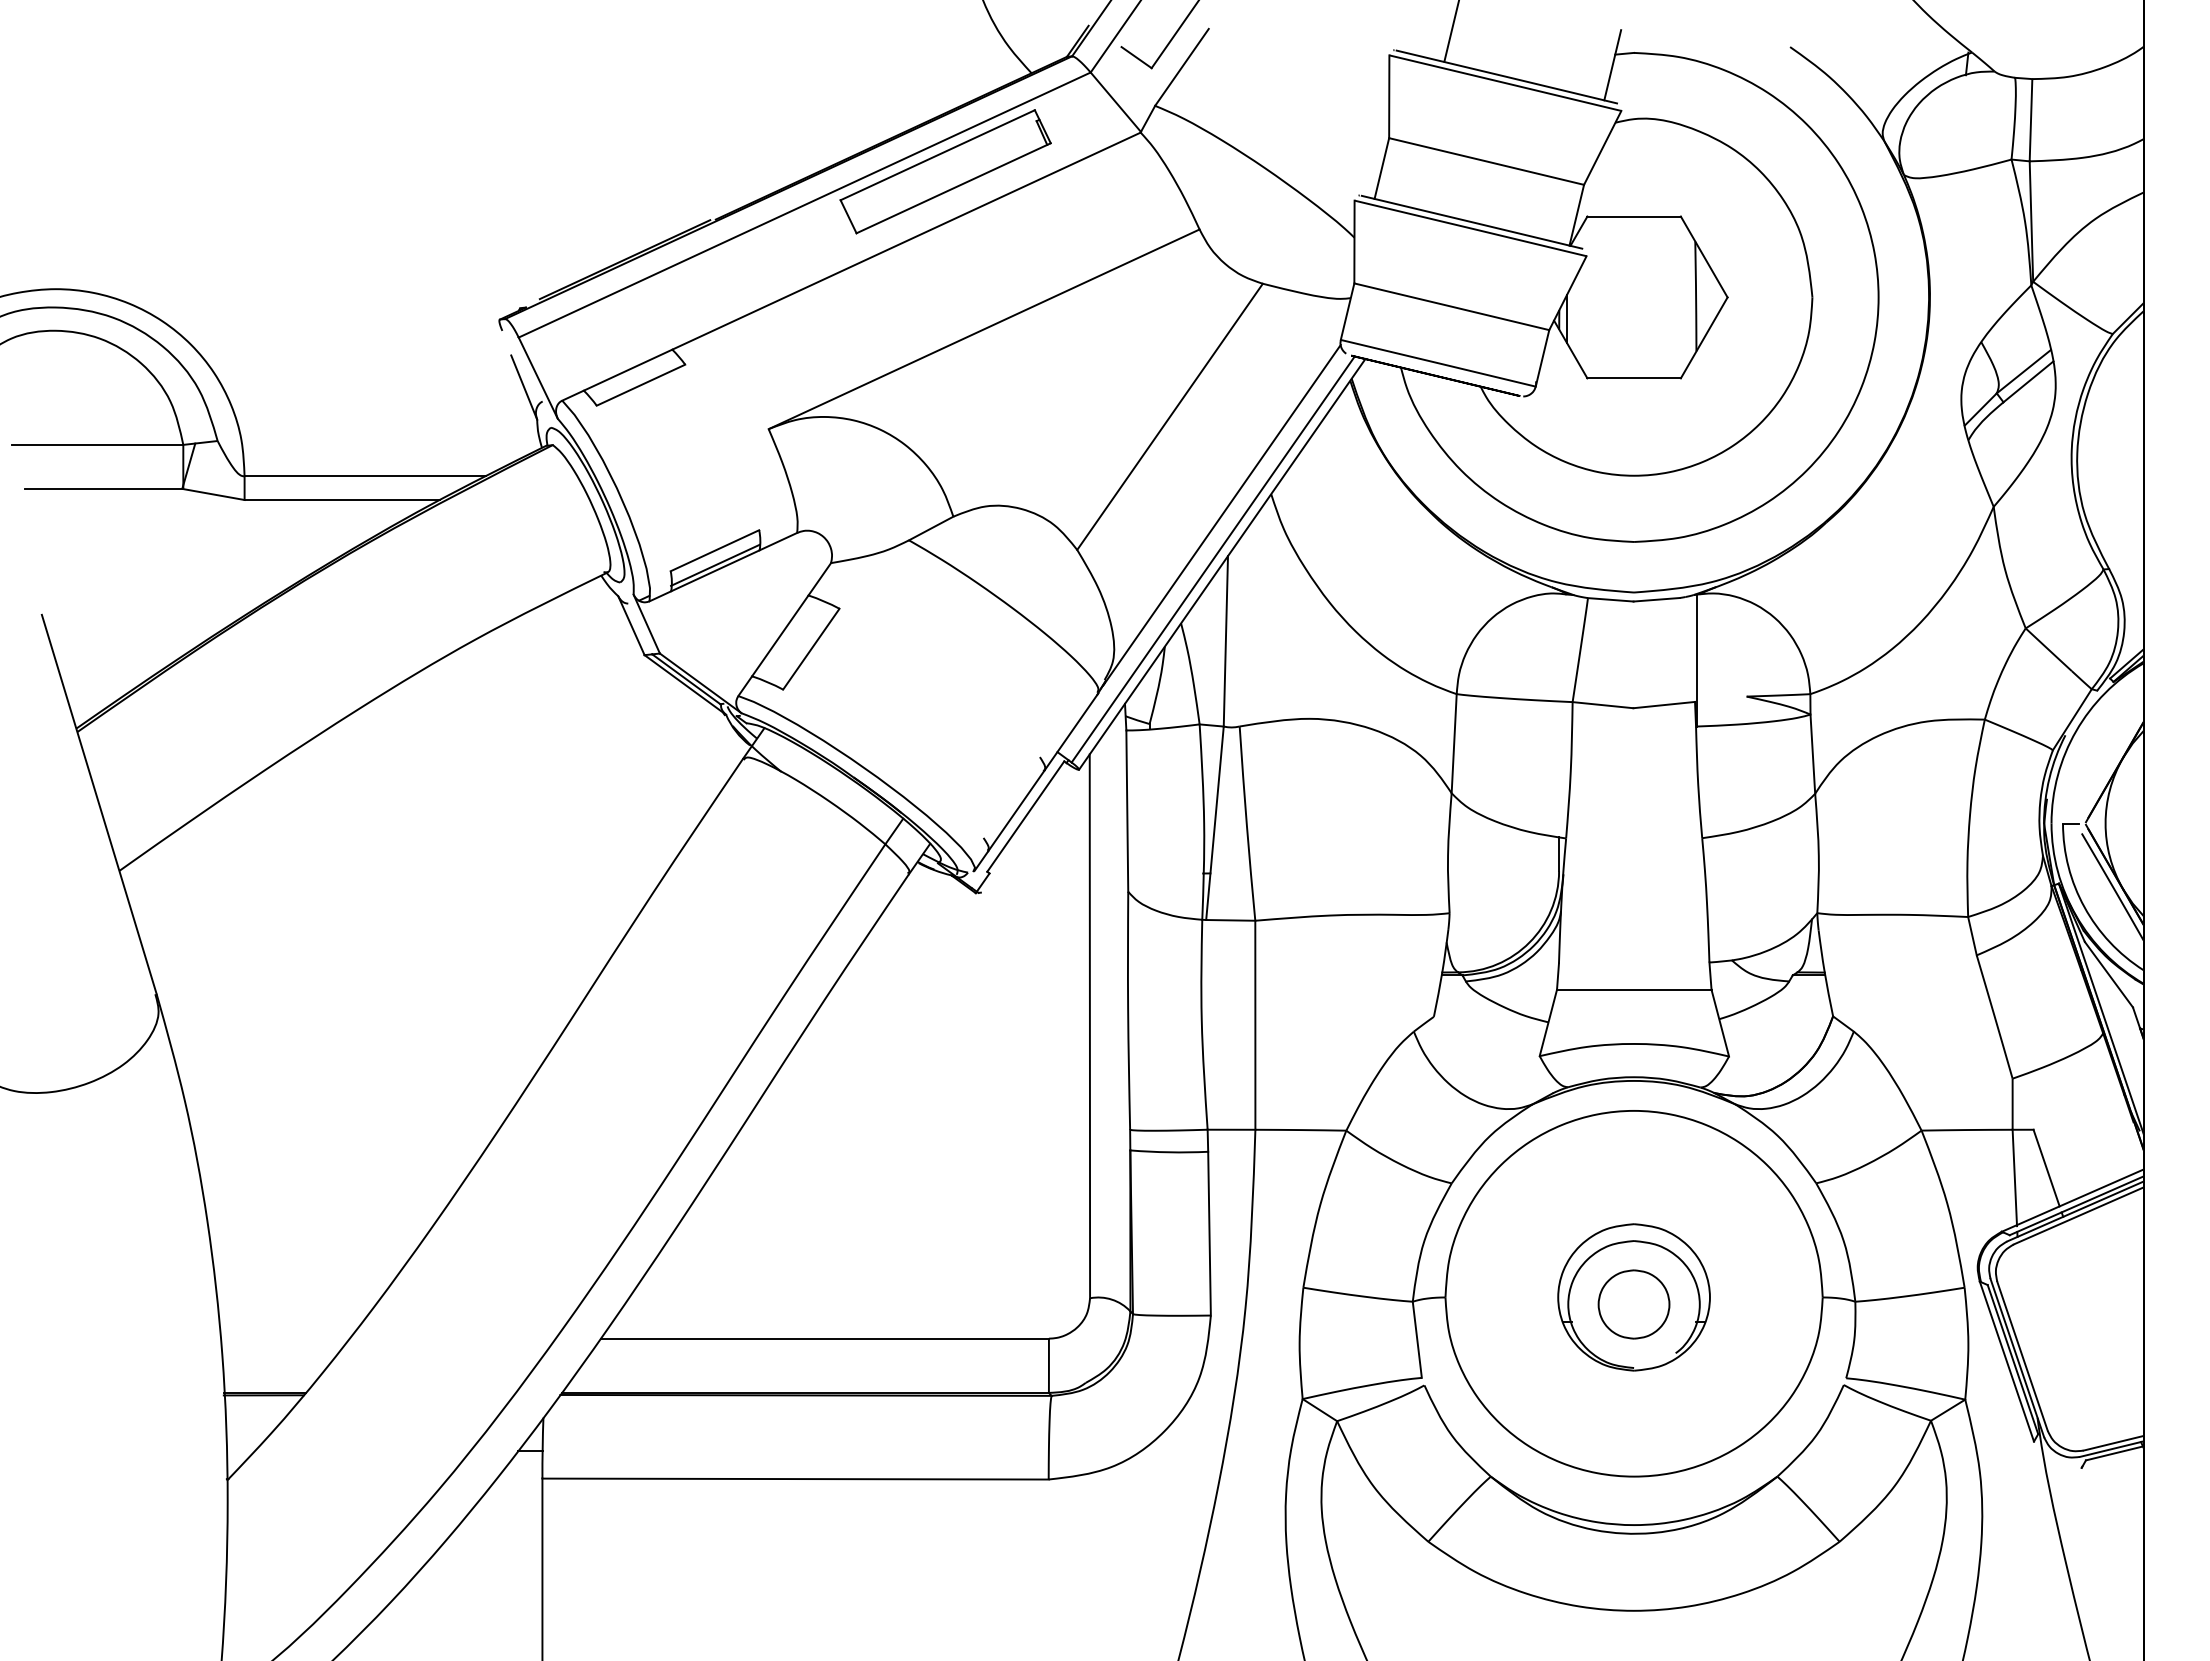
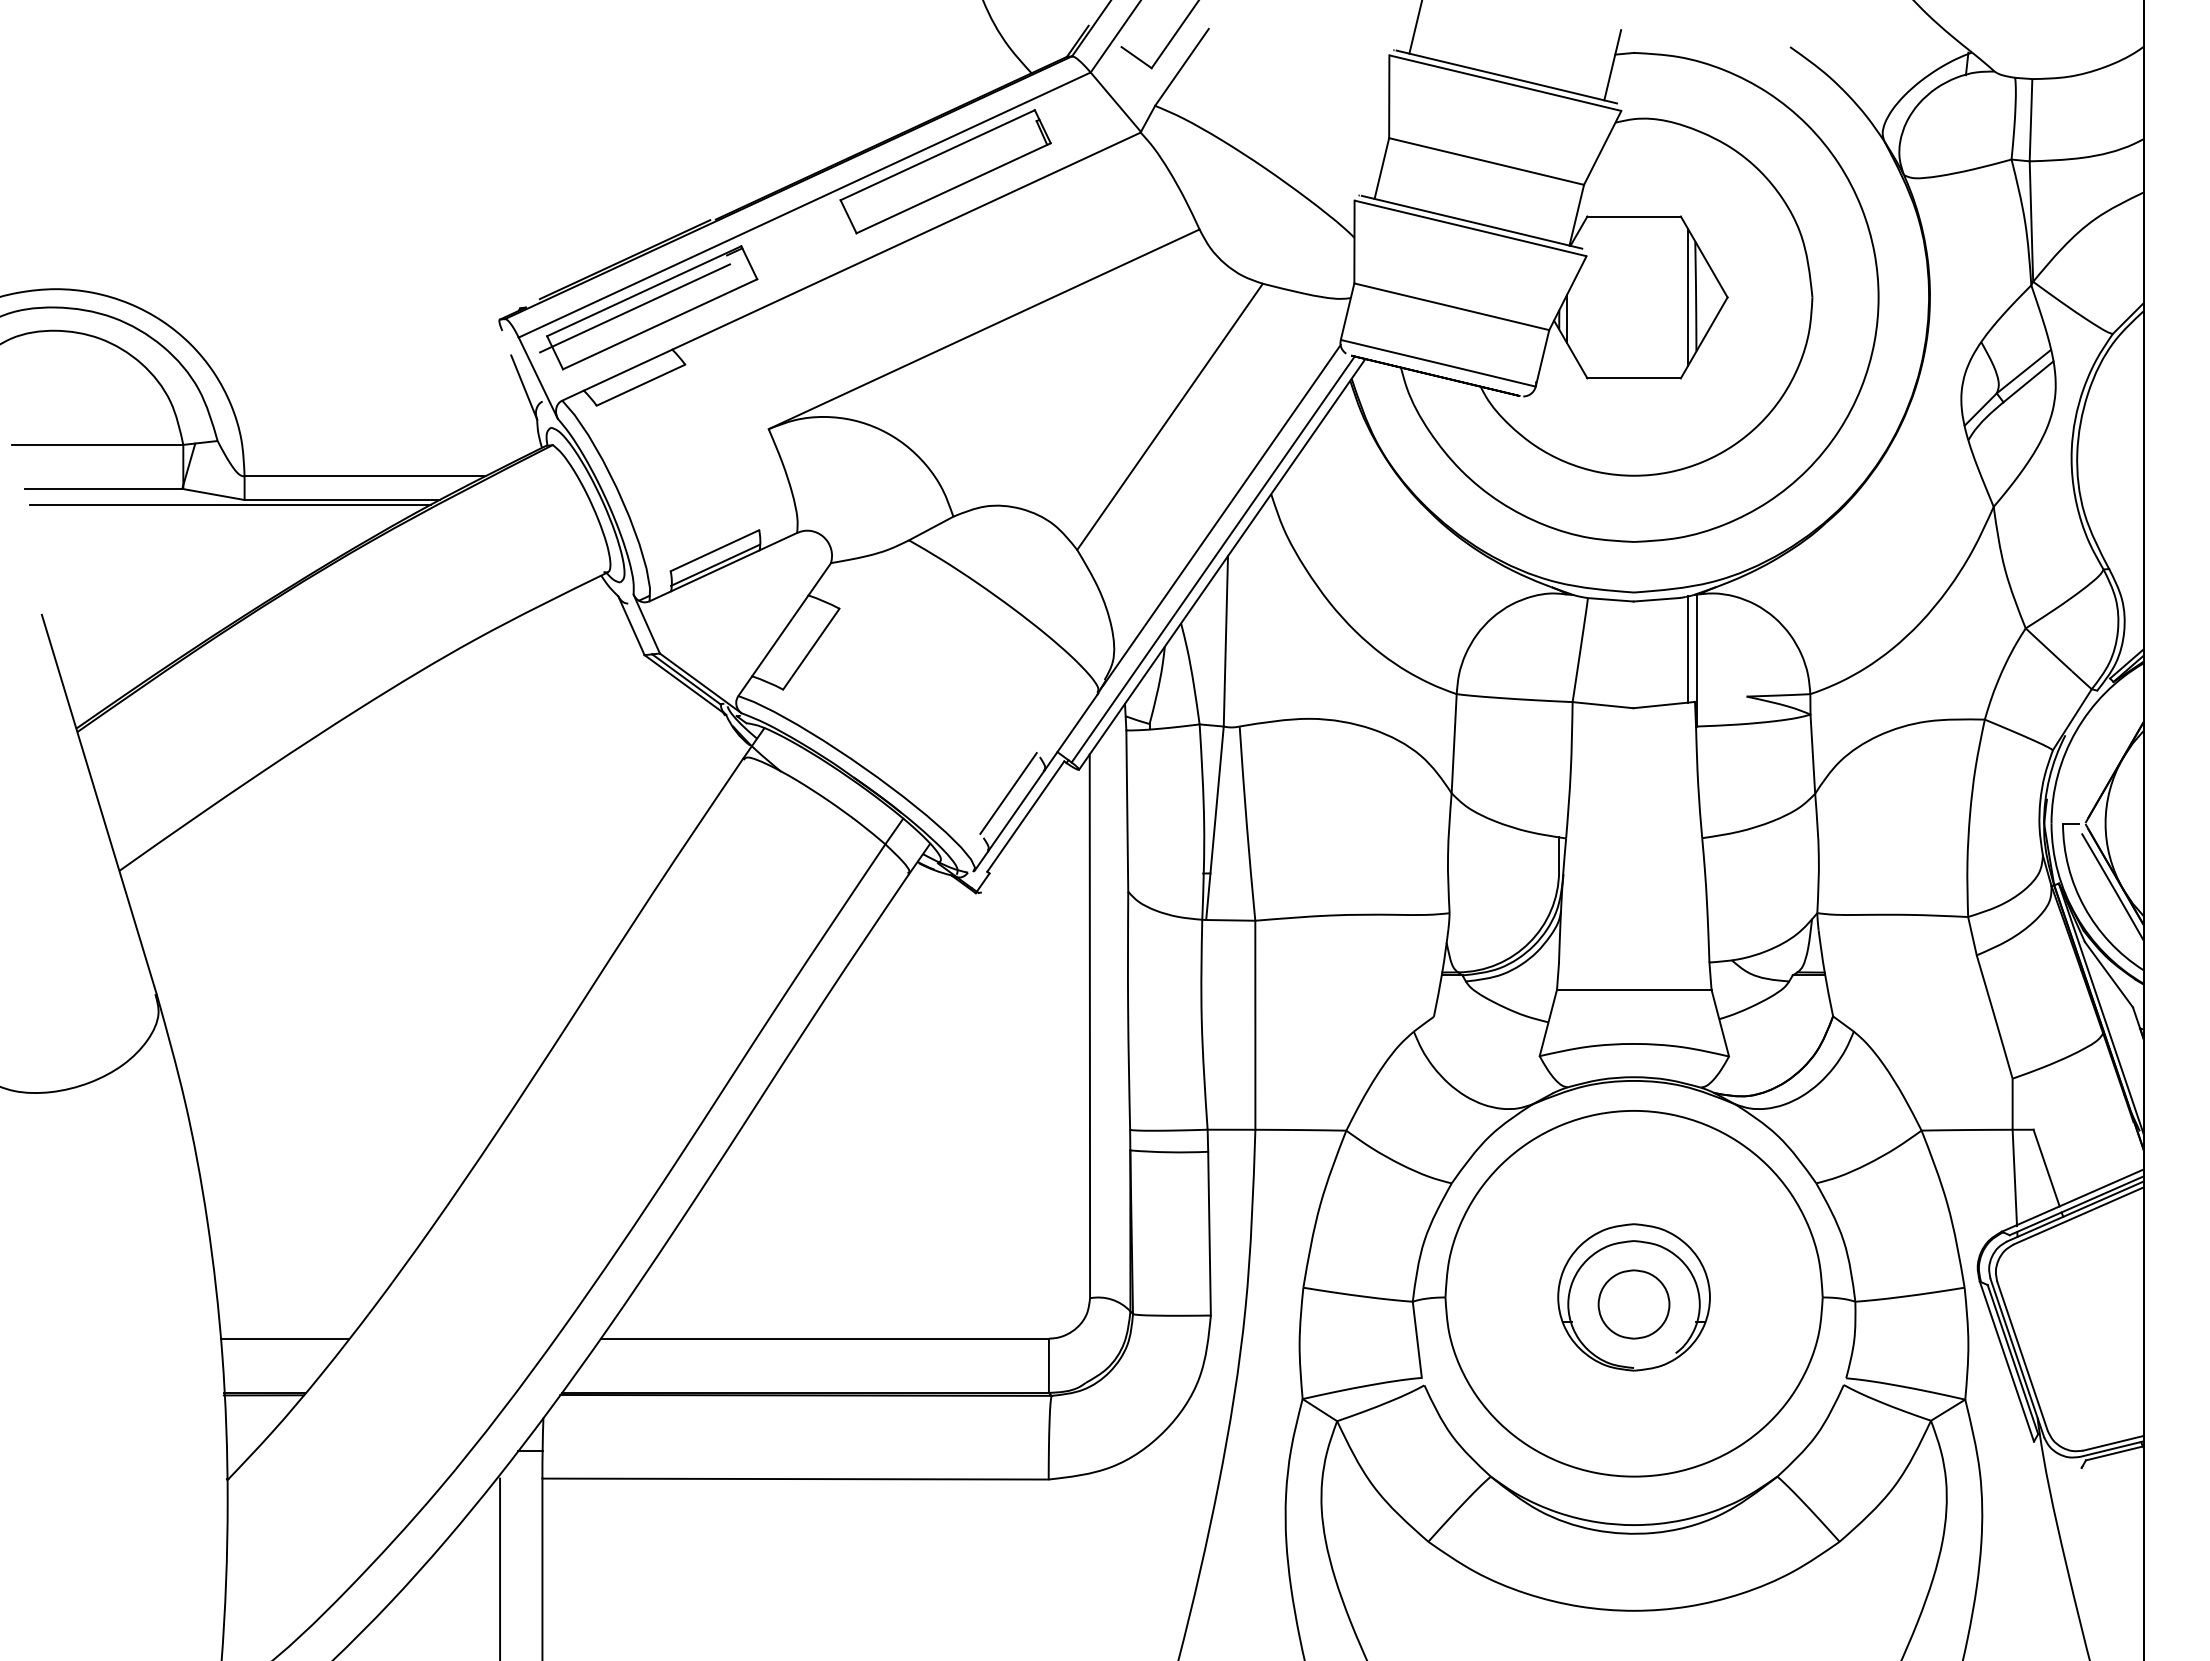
line at (1451, 31) position: (1451, 31) -> (1415, 27)
line at (1688, 297): none -> present
part at (648, 307): none -> present
line at (229, 504): none -> present
line at (1688, 649): none -> present
line at (1008, 793): none -> present
line at (284, 1338): none -> present
line at (500, 1567): none -> present
